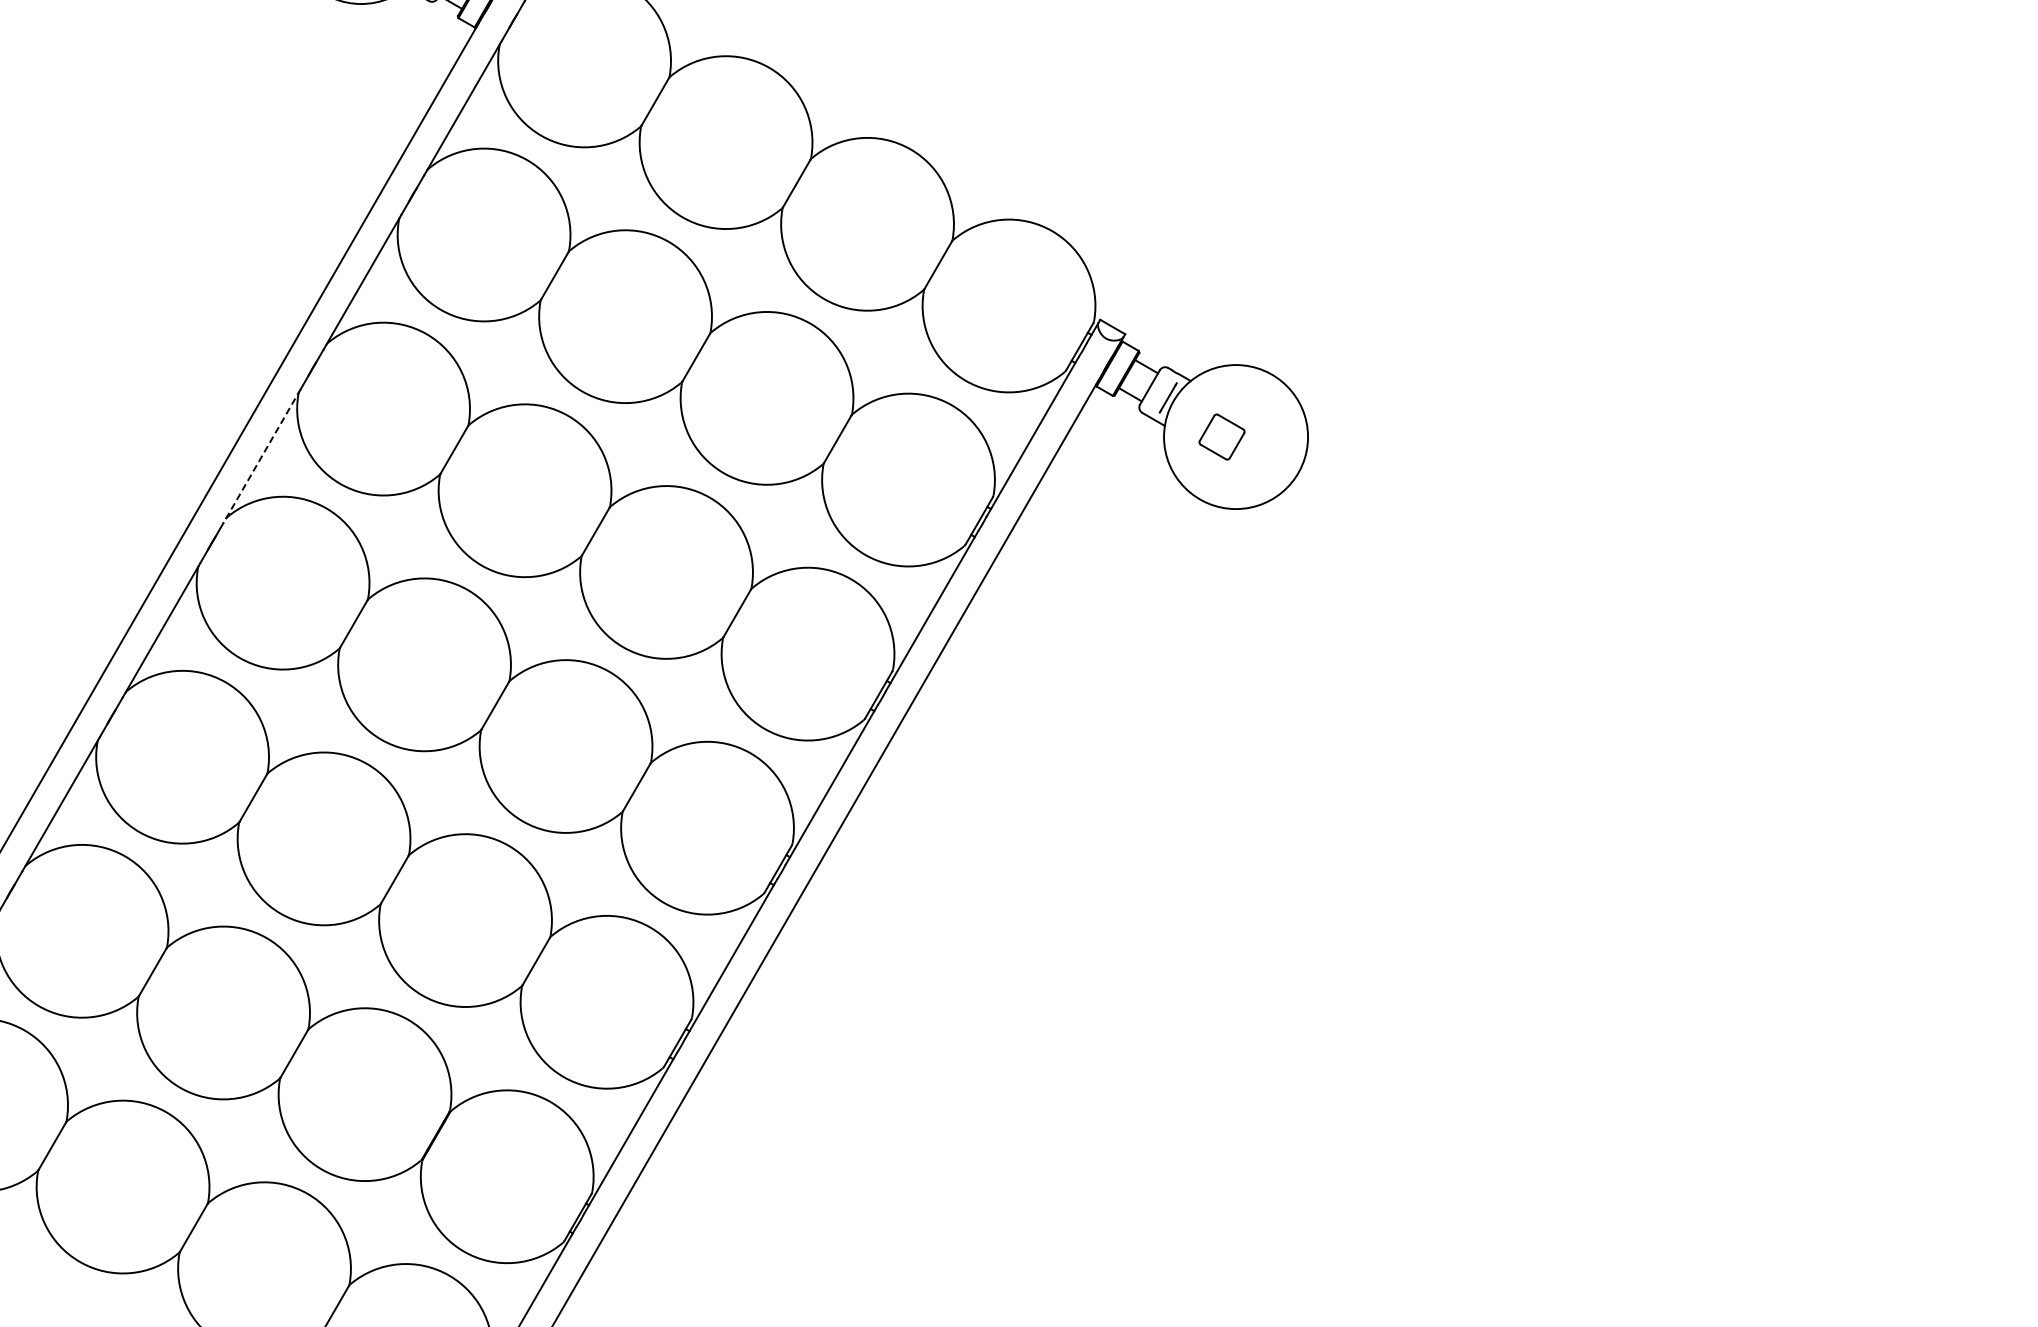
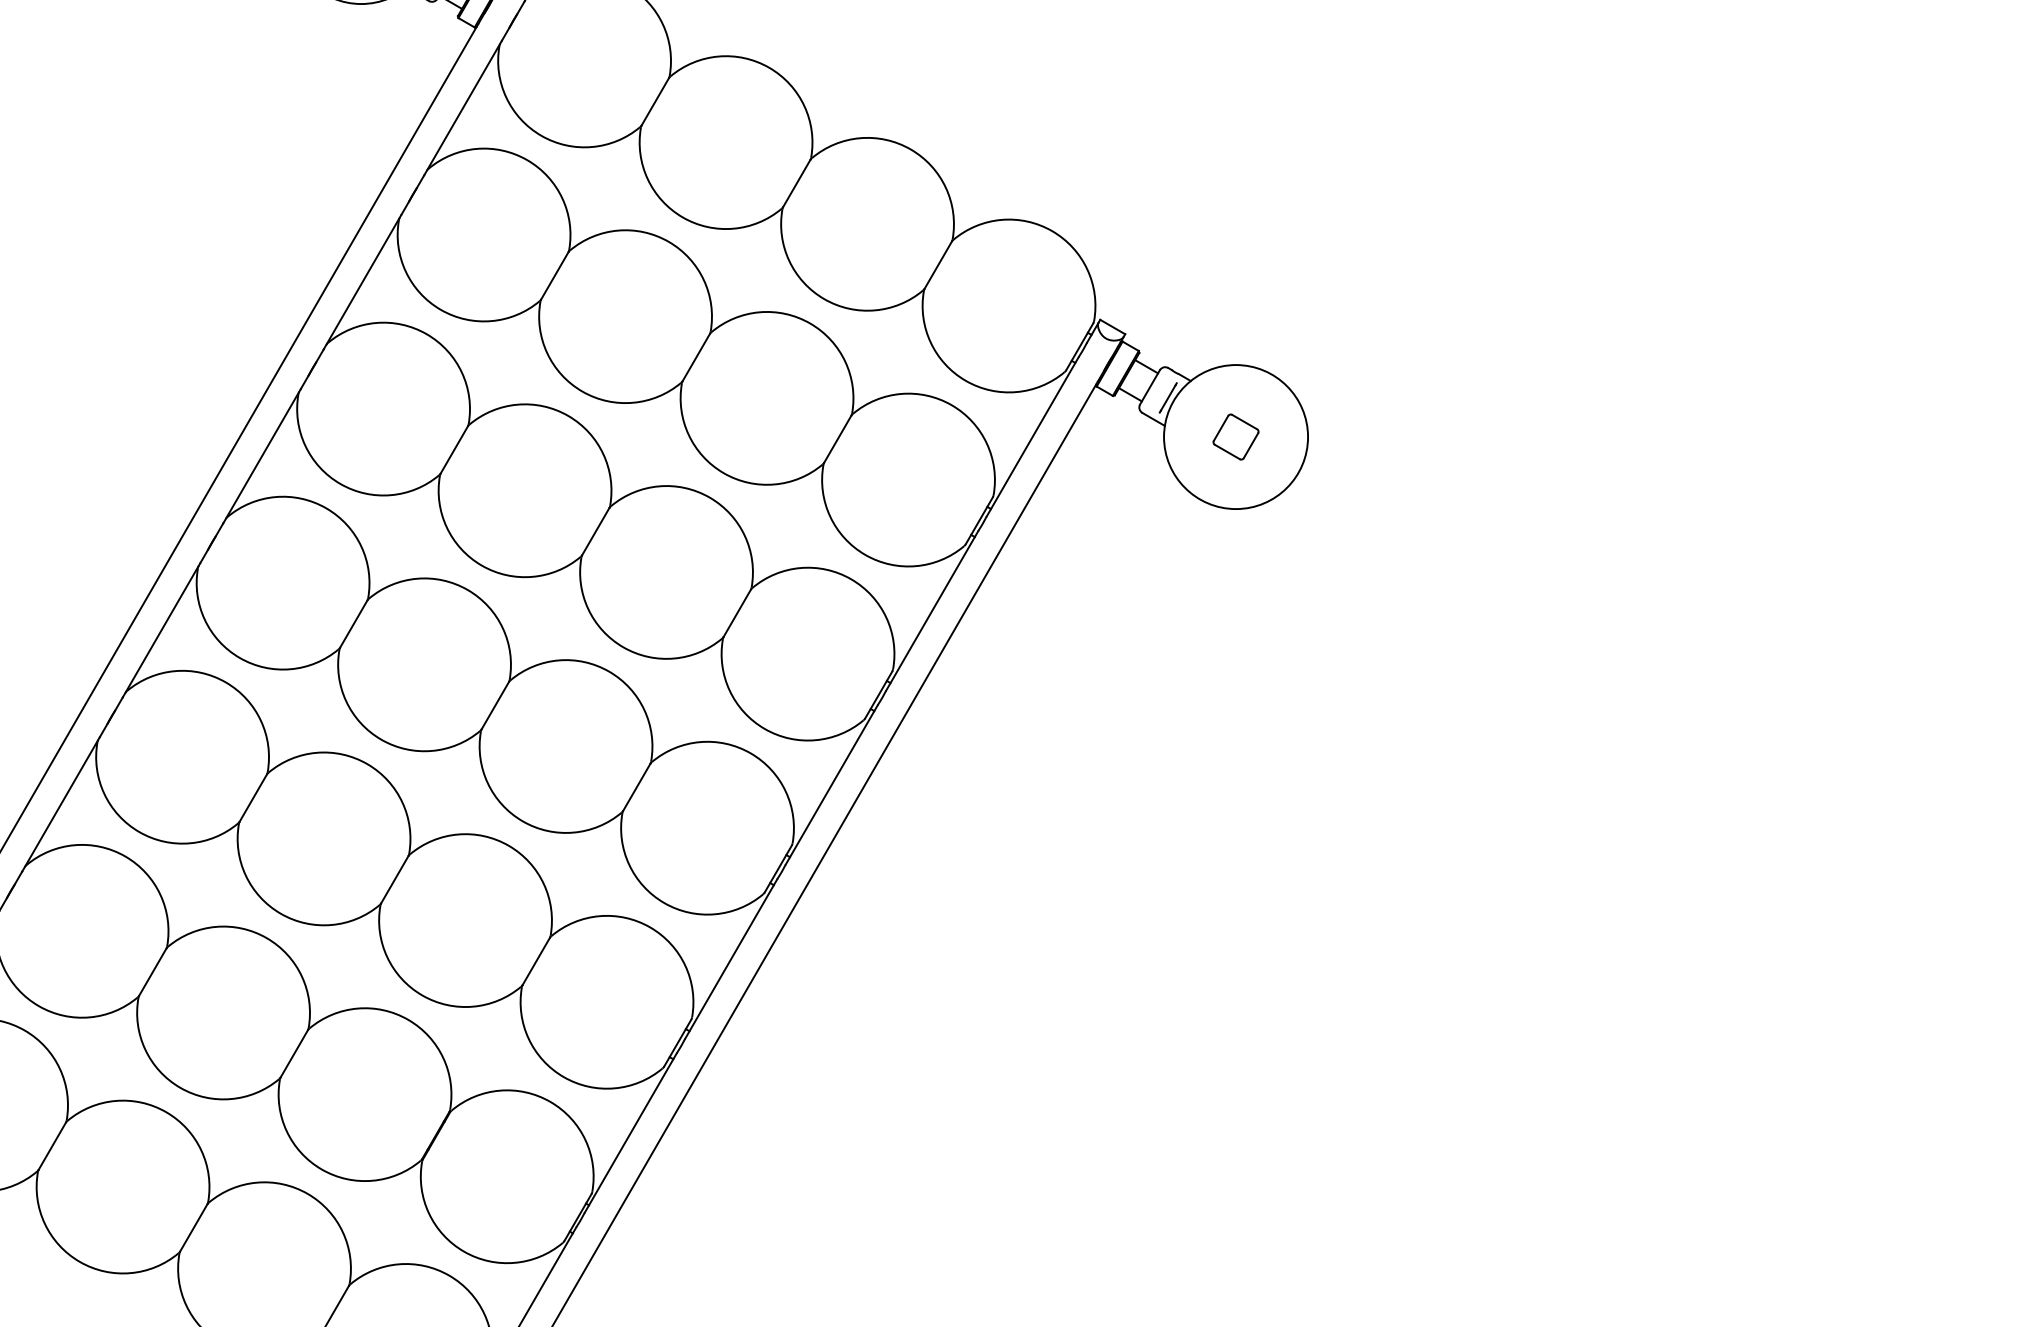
part at (1221, 436) position: (1221, 436) -> (1235, 436)
line at (262, 456): dashed -> solid
